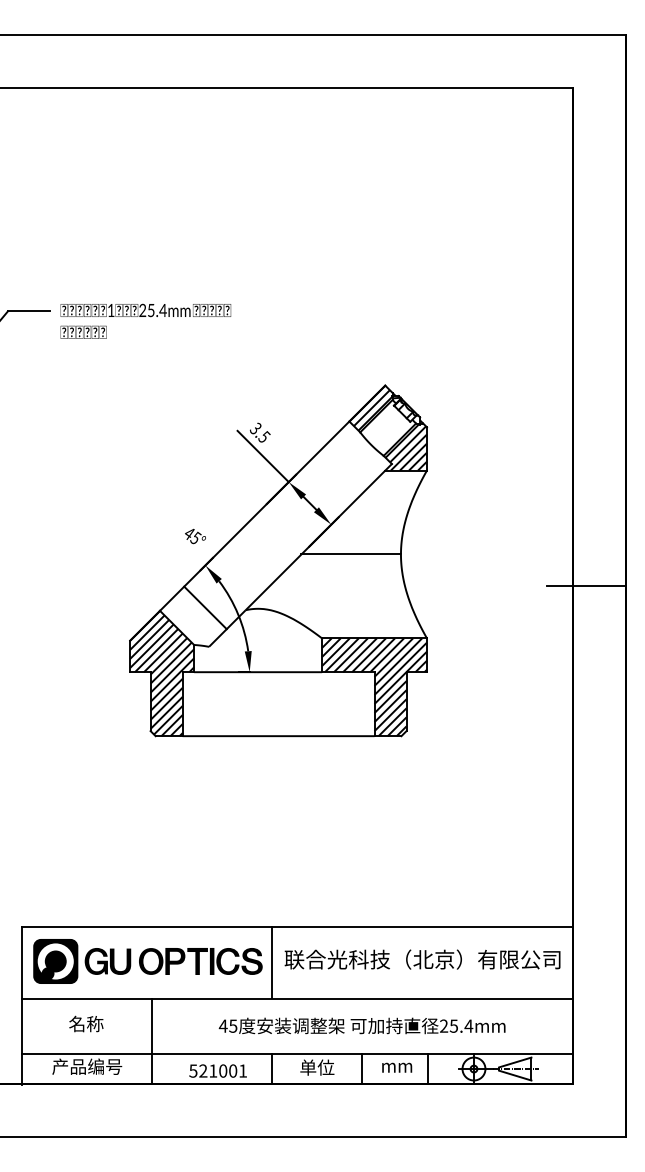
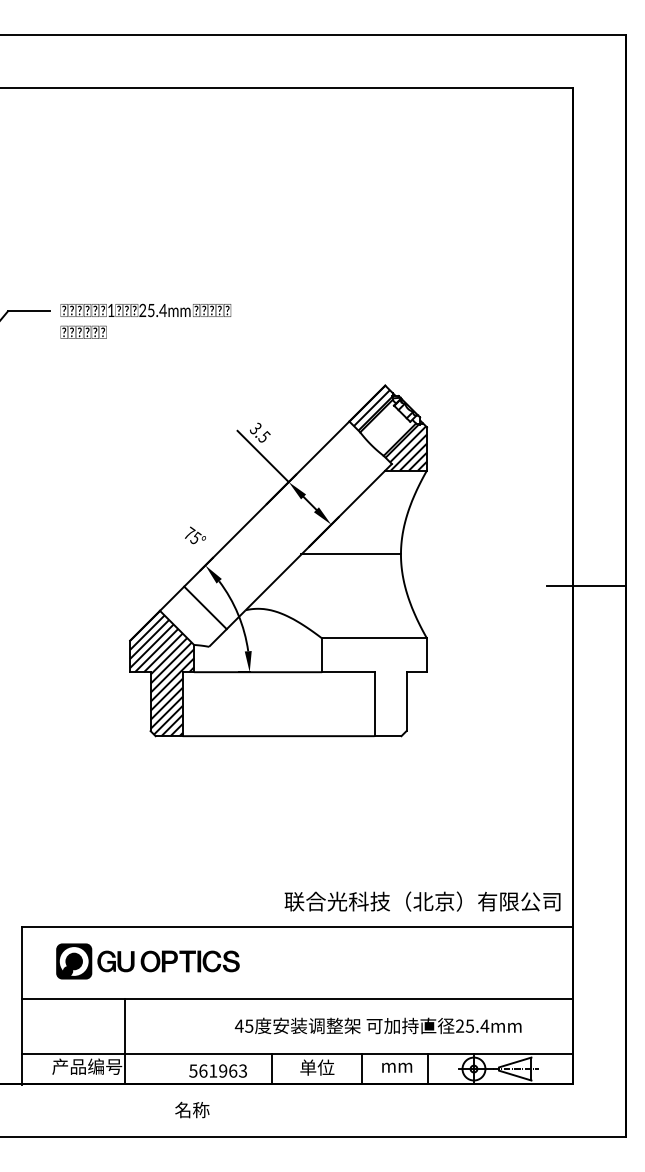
text at (190, 532): 45° -> 75°
hatch at (374, 687): present -> none
text at (422, 959) position: (422, 959) -> (422, 901)
part at (147, 961) size: 230x45 px -> 184x37 px
line at (272, 962): present -> none
text at (86, 1023) position: (86, 1023) -> (192, 1109)
text at (361, 1025) position: (361, 1025) -> (377, 1025)
line at (152, 1041) position: (152, 1041) -> (125, 1041)
text at (222, 1070): 521001 -> 561963
